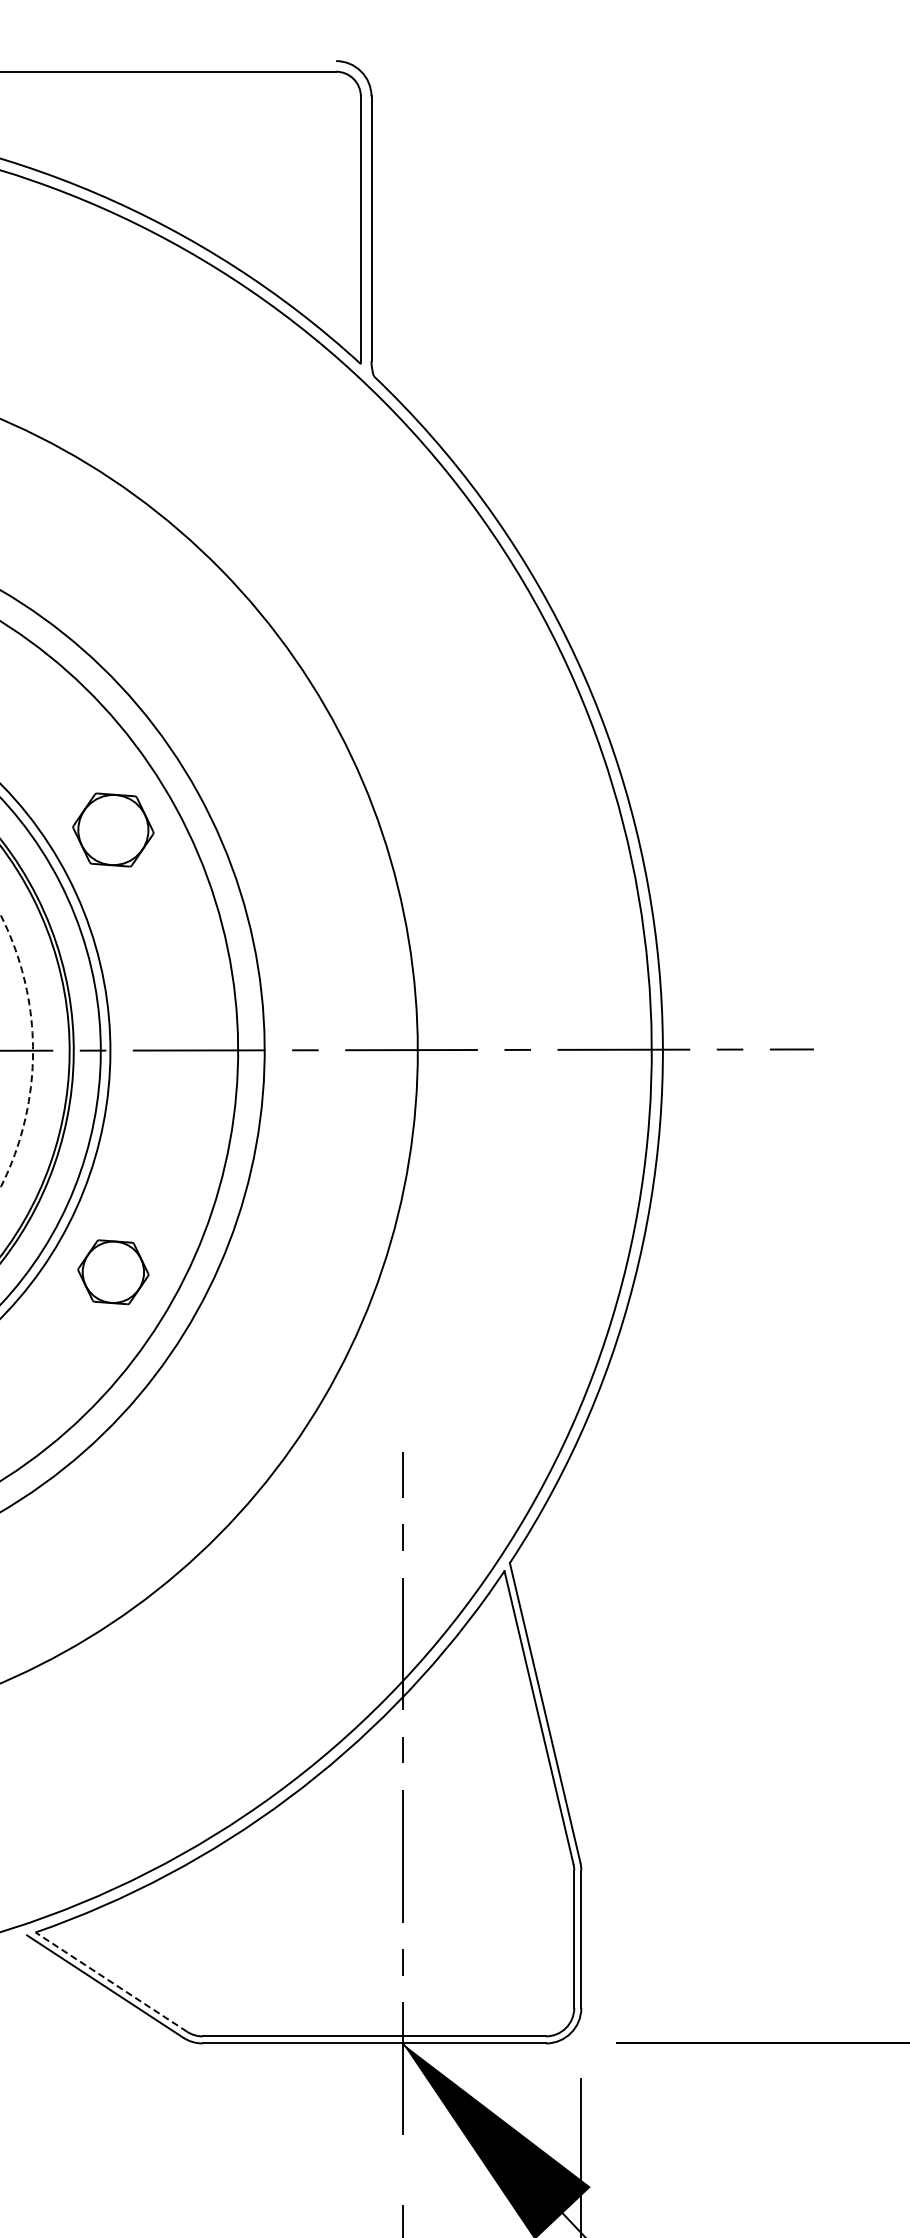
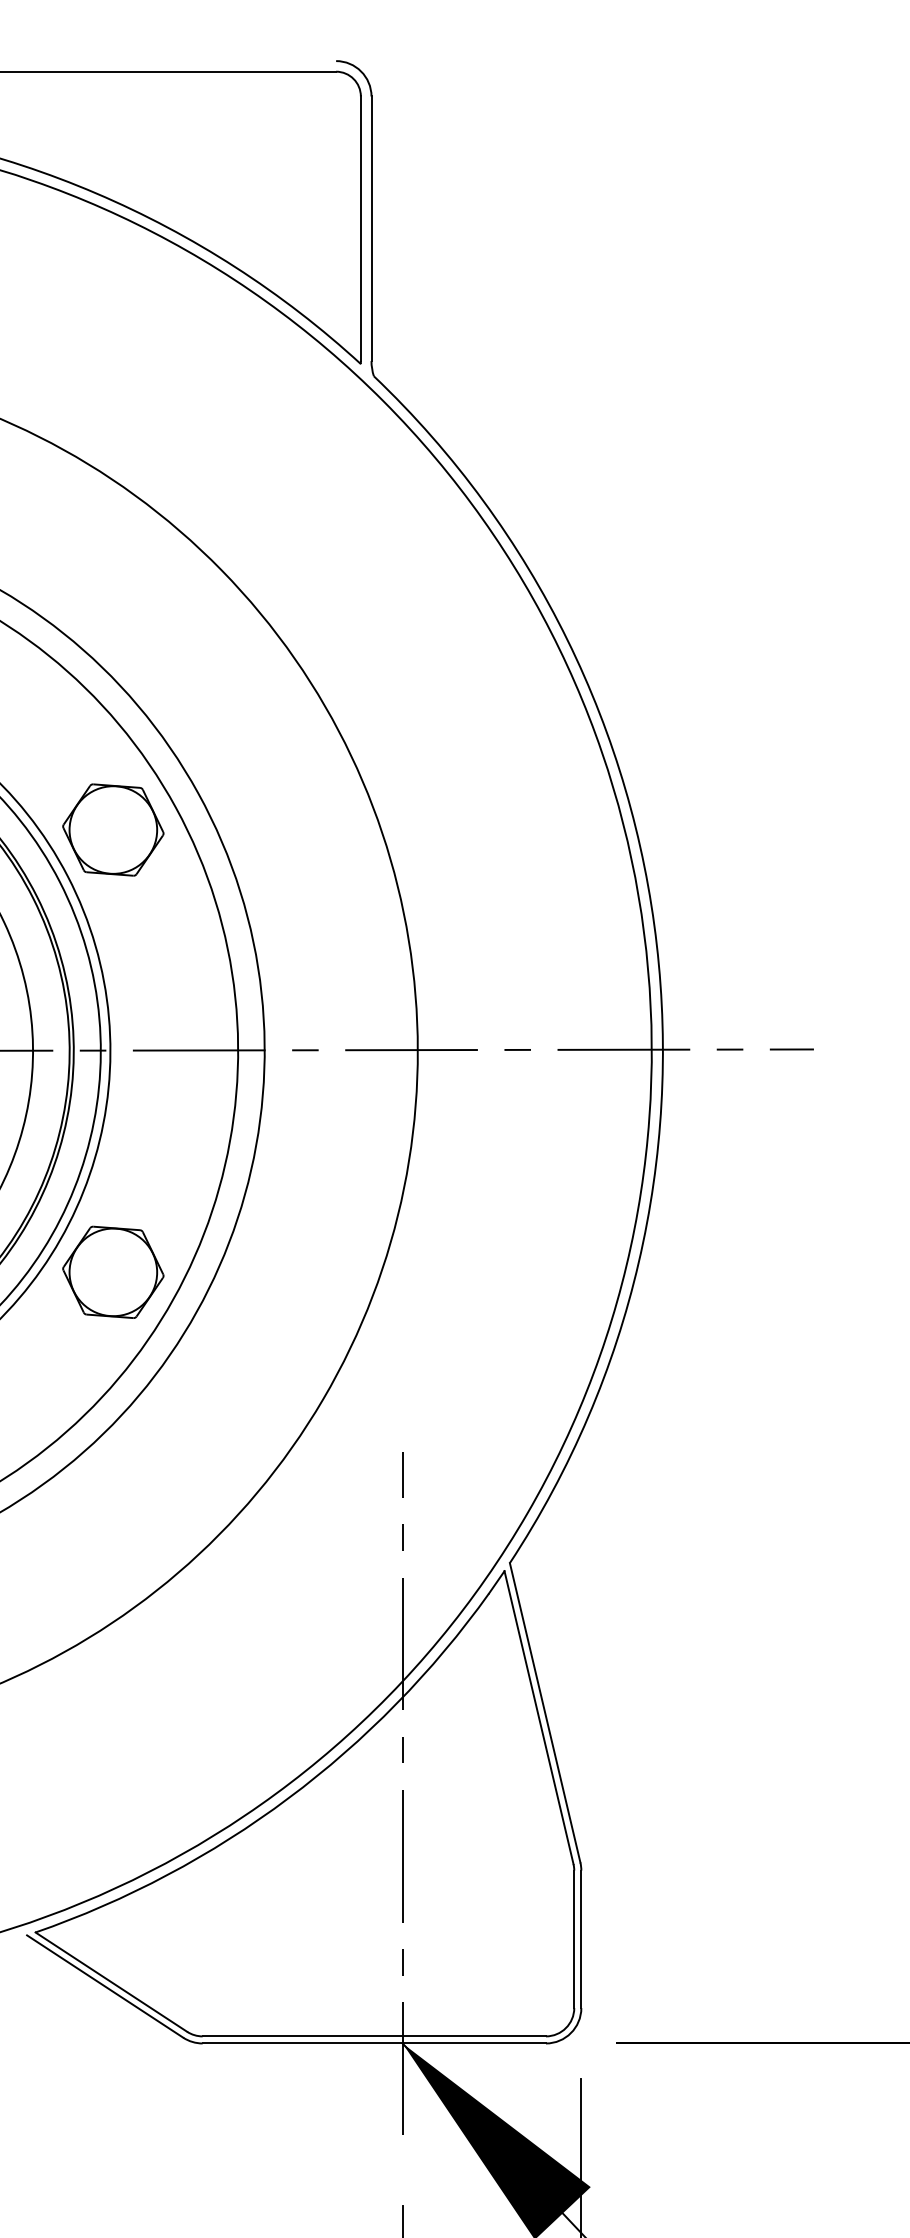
part at (113, 829) size: 83x76 px -> 103x94 px
arc at (33, 1049): dashed -> solid
part at (113, 1272) size: 73x67 px -> 103x94 px
line at (111, 1982): dashed -> solid
